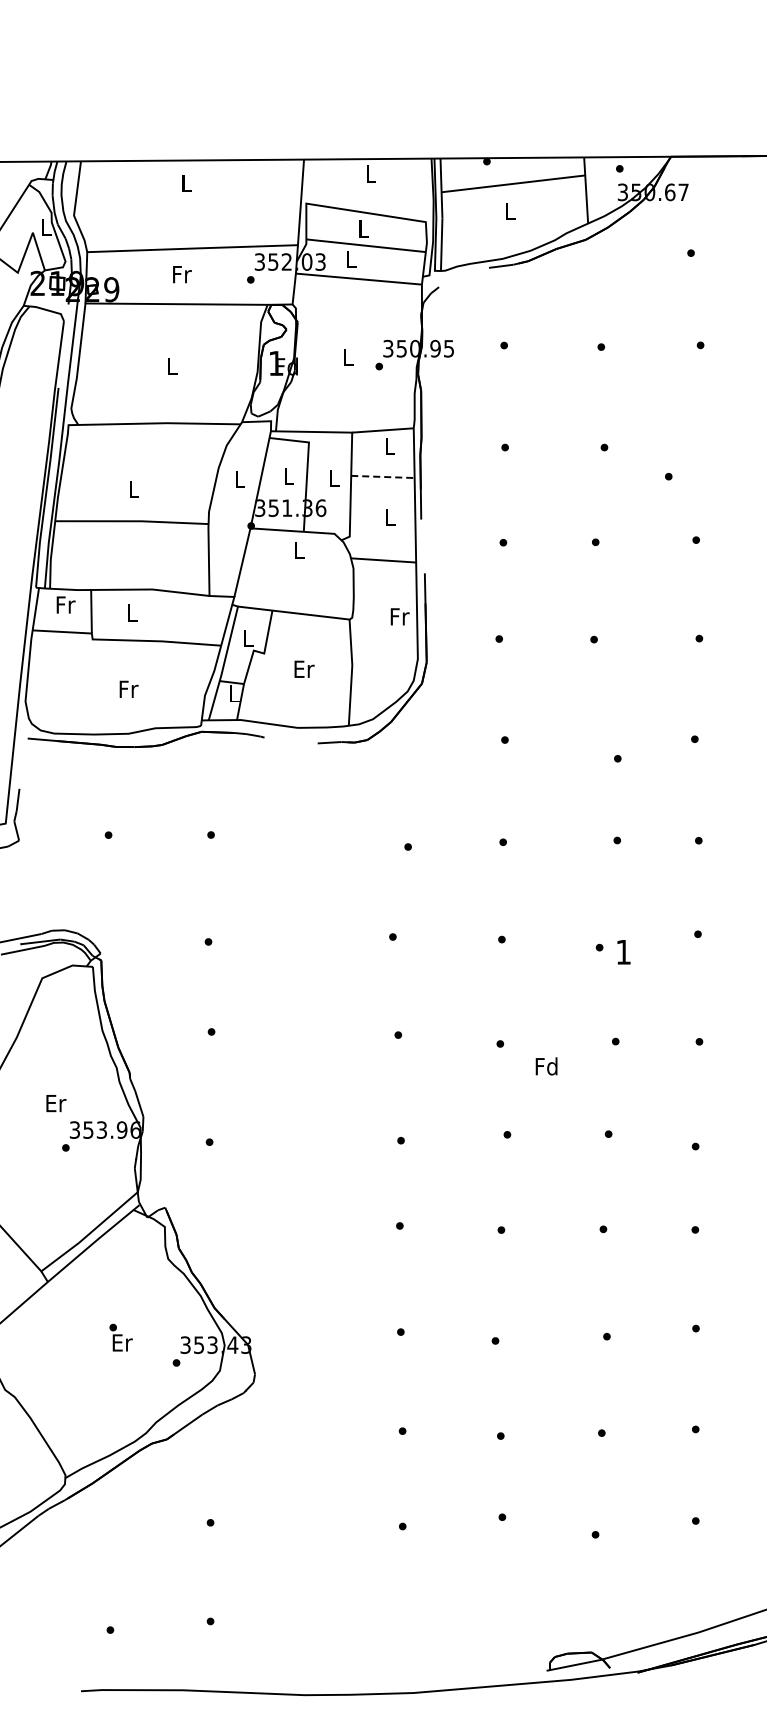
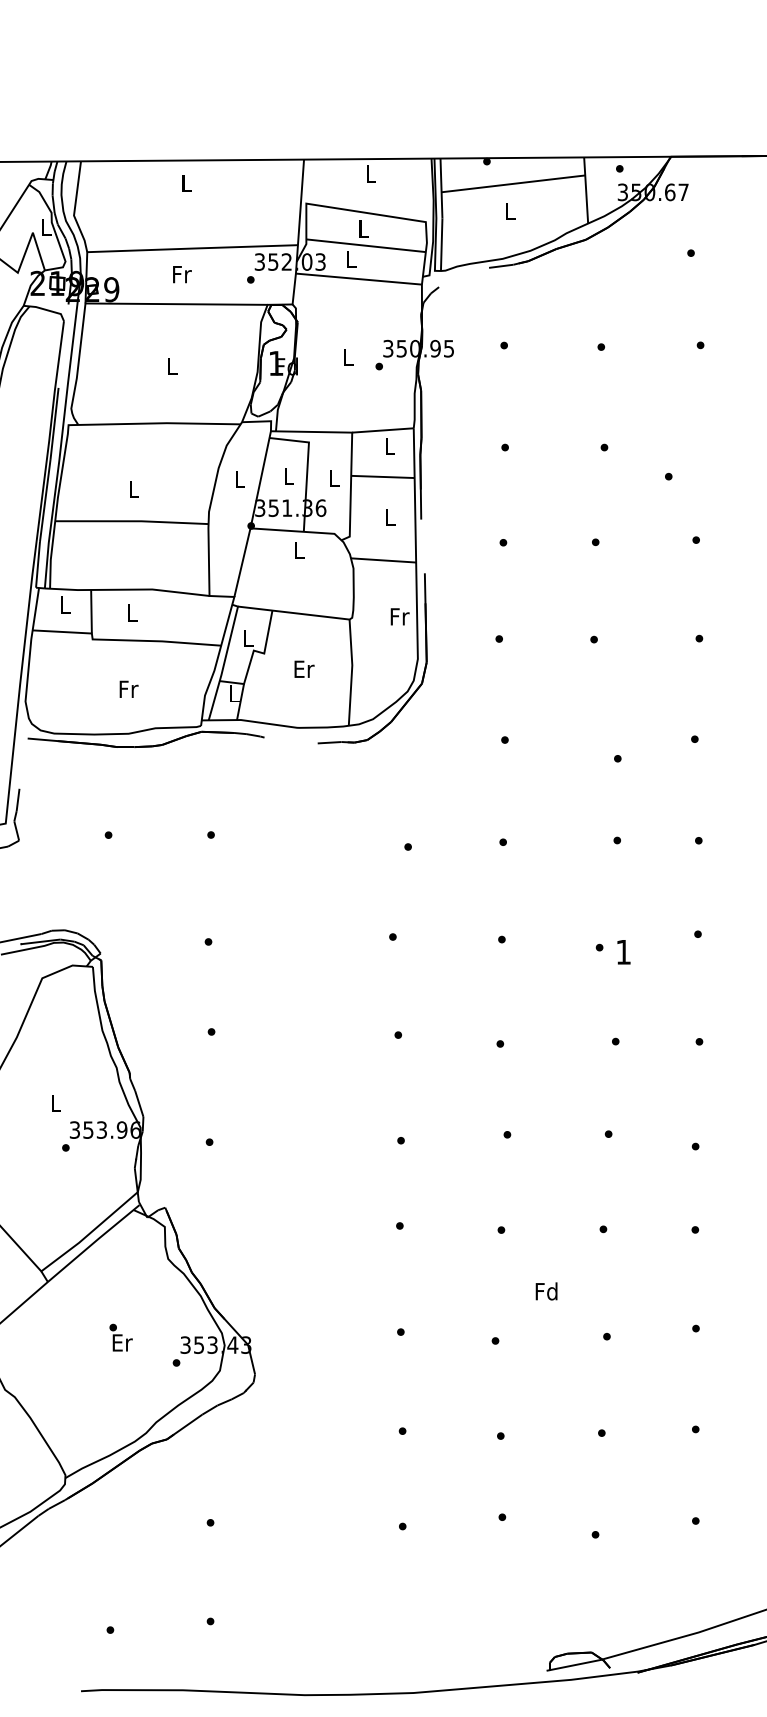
line at (382, 476): dashed -> solid
text at (65, 604): Fr -> L
text at (546, 1066) position: (546, 1066) -> (546, 1291)
text at (56, 1103): Er -> L
